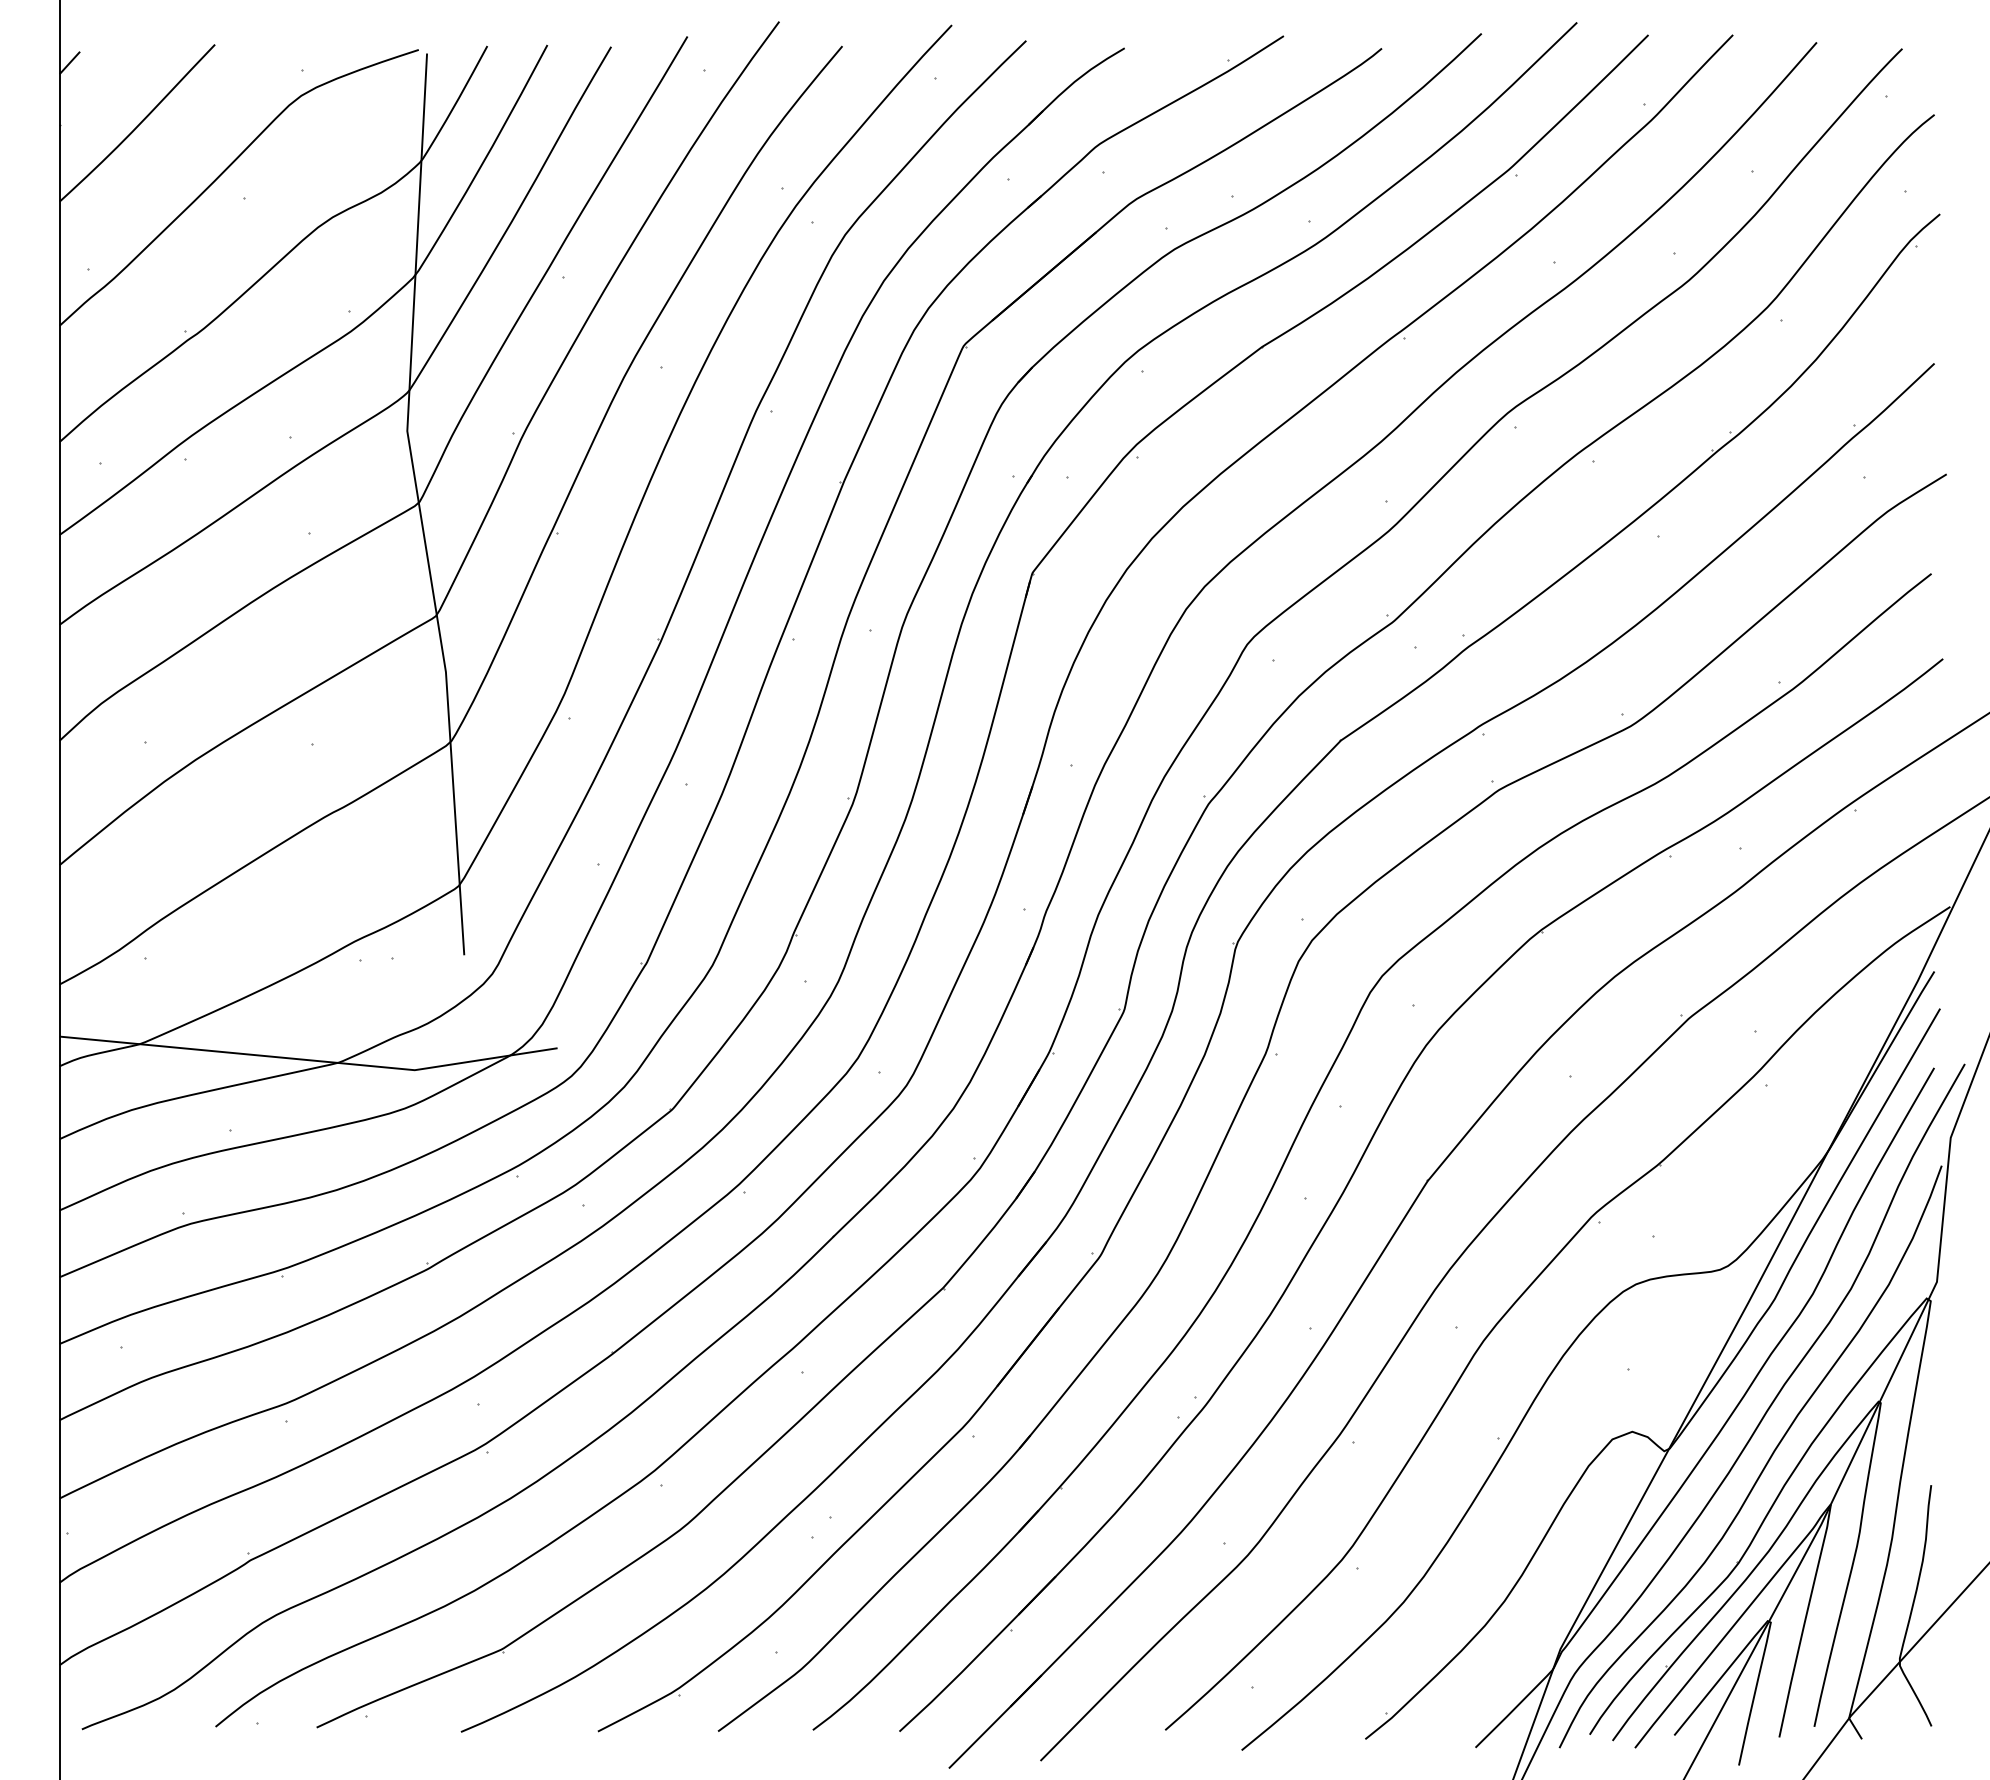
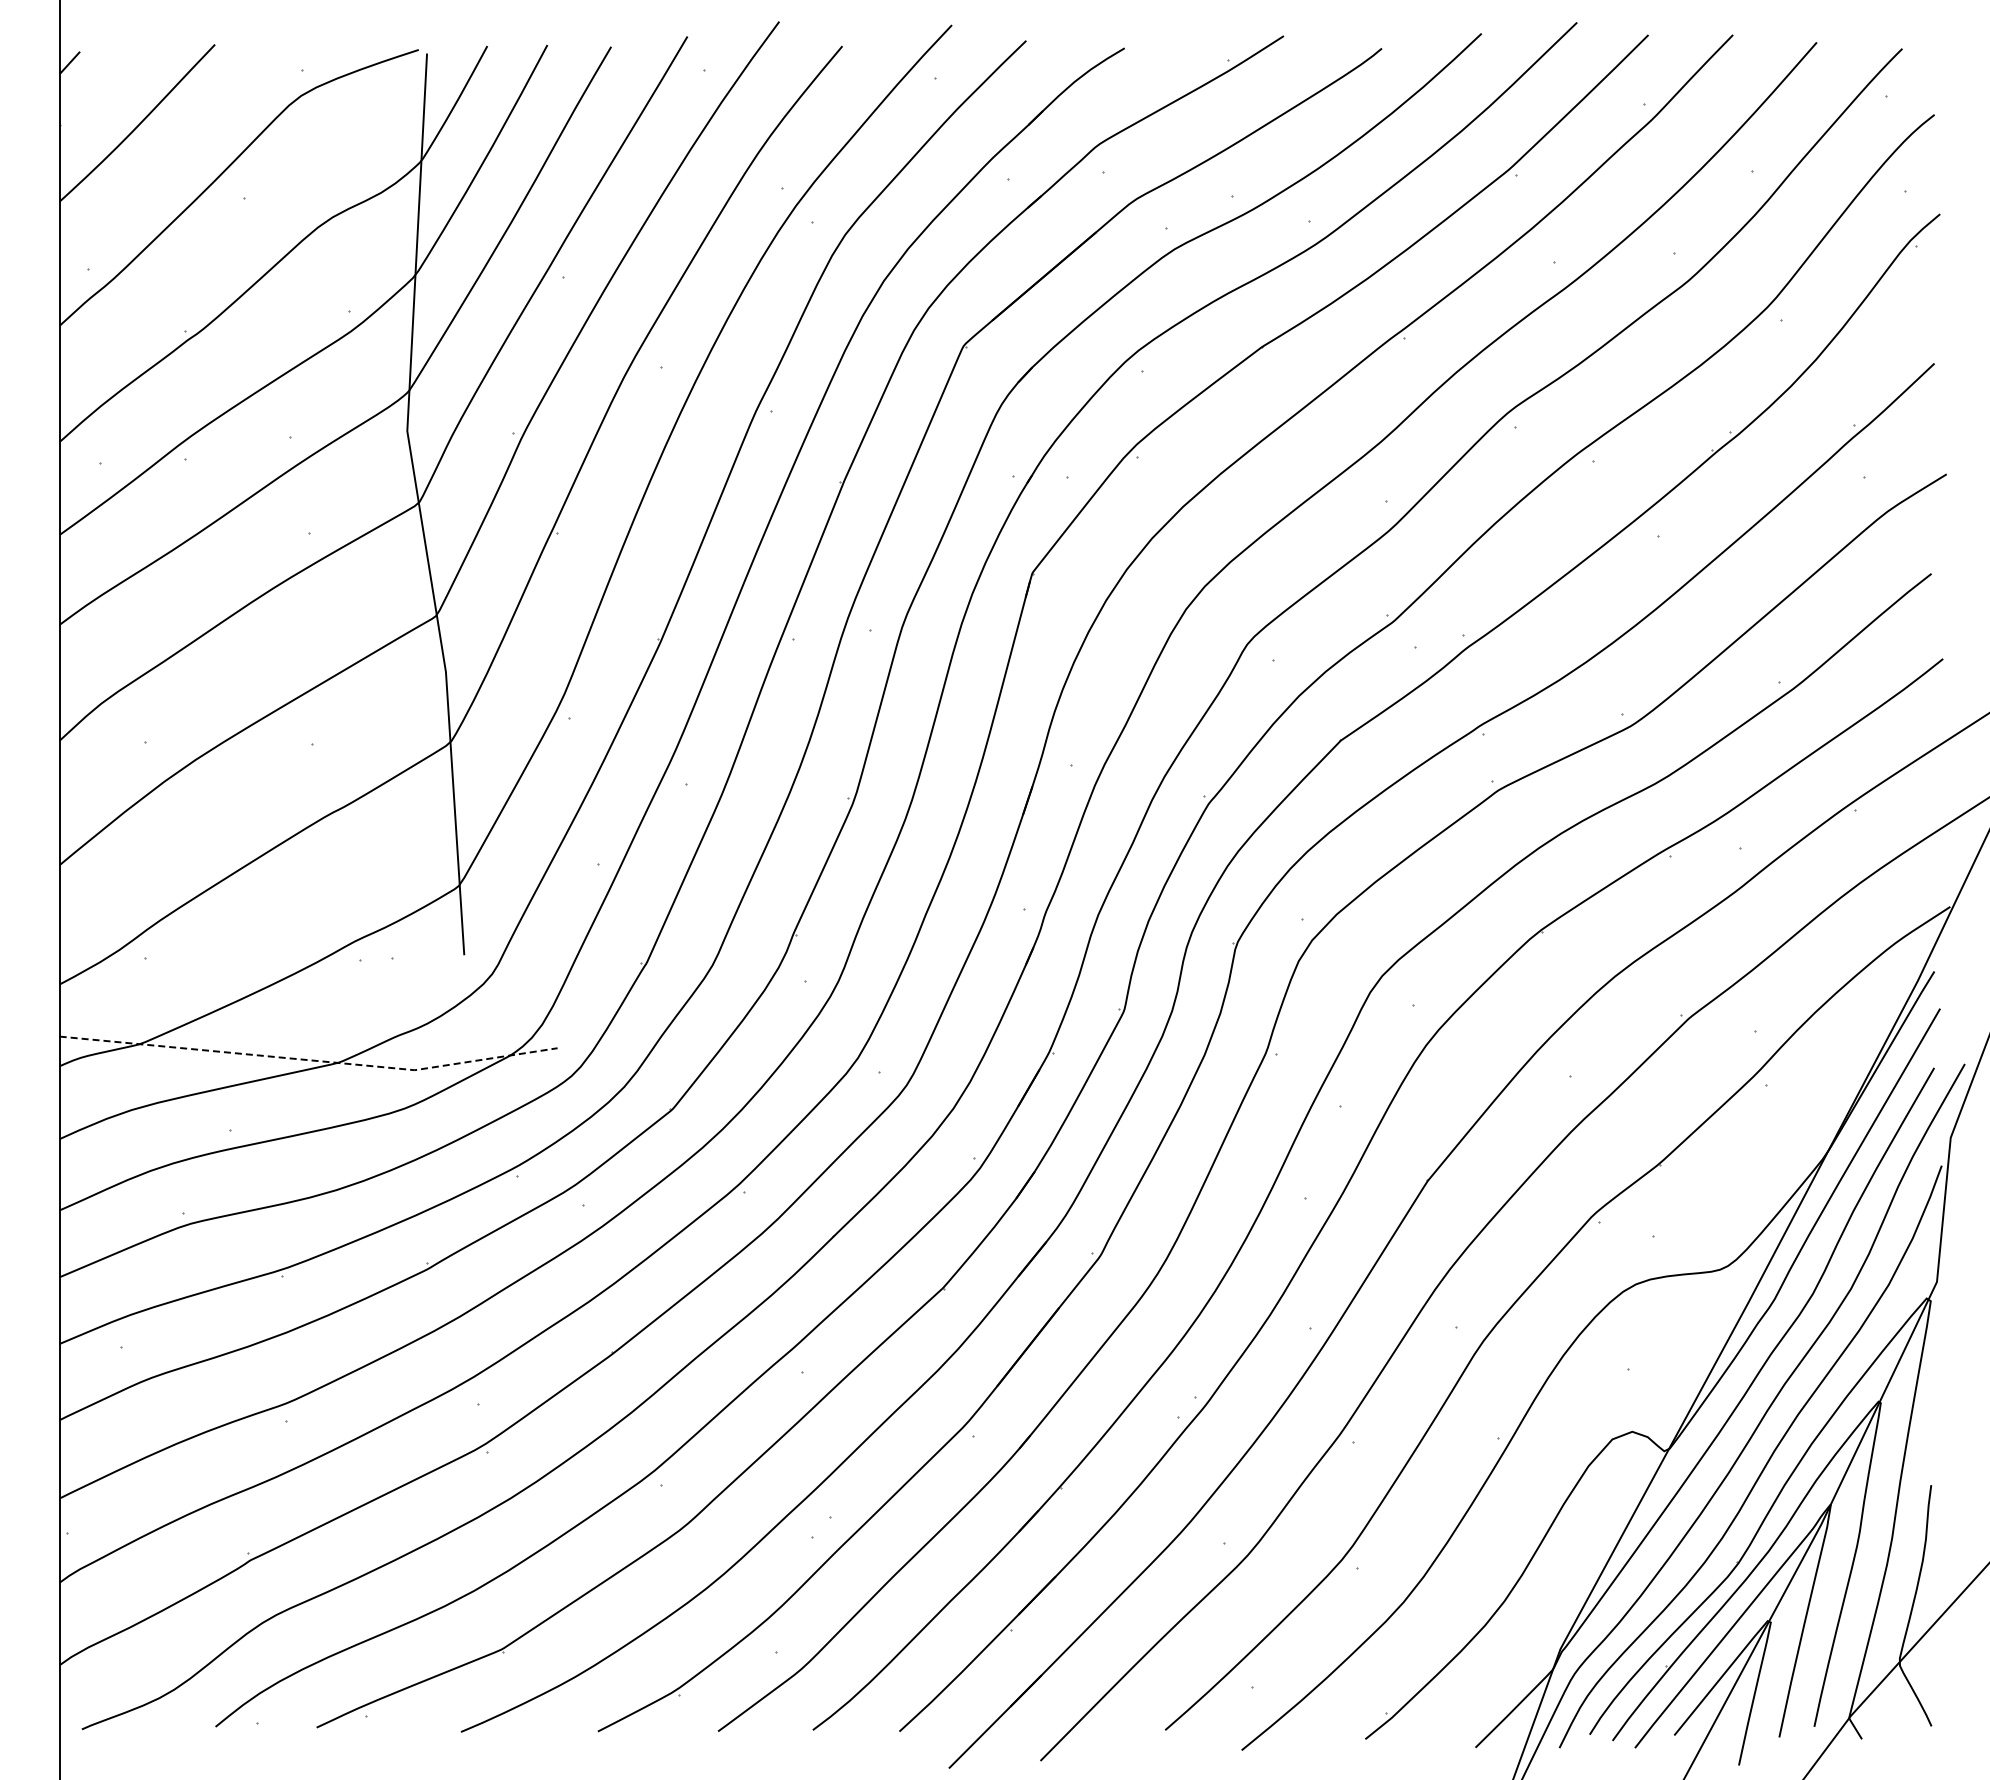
line at (310, 1060): solid -> dashed
